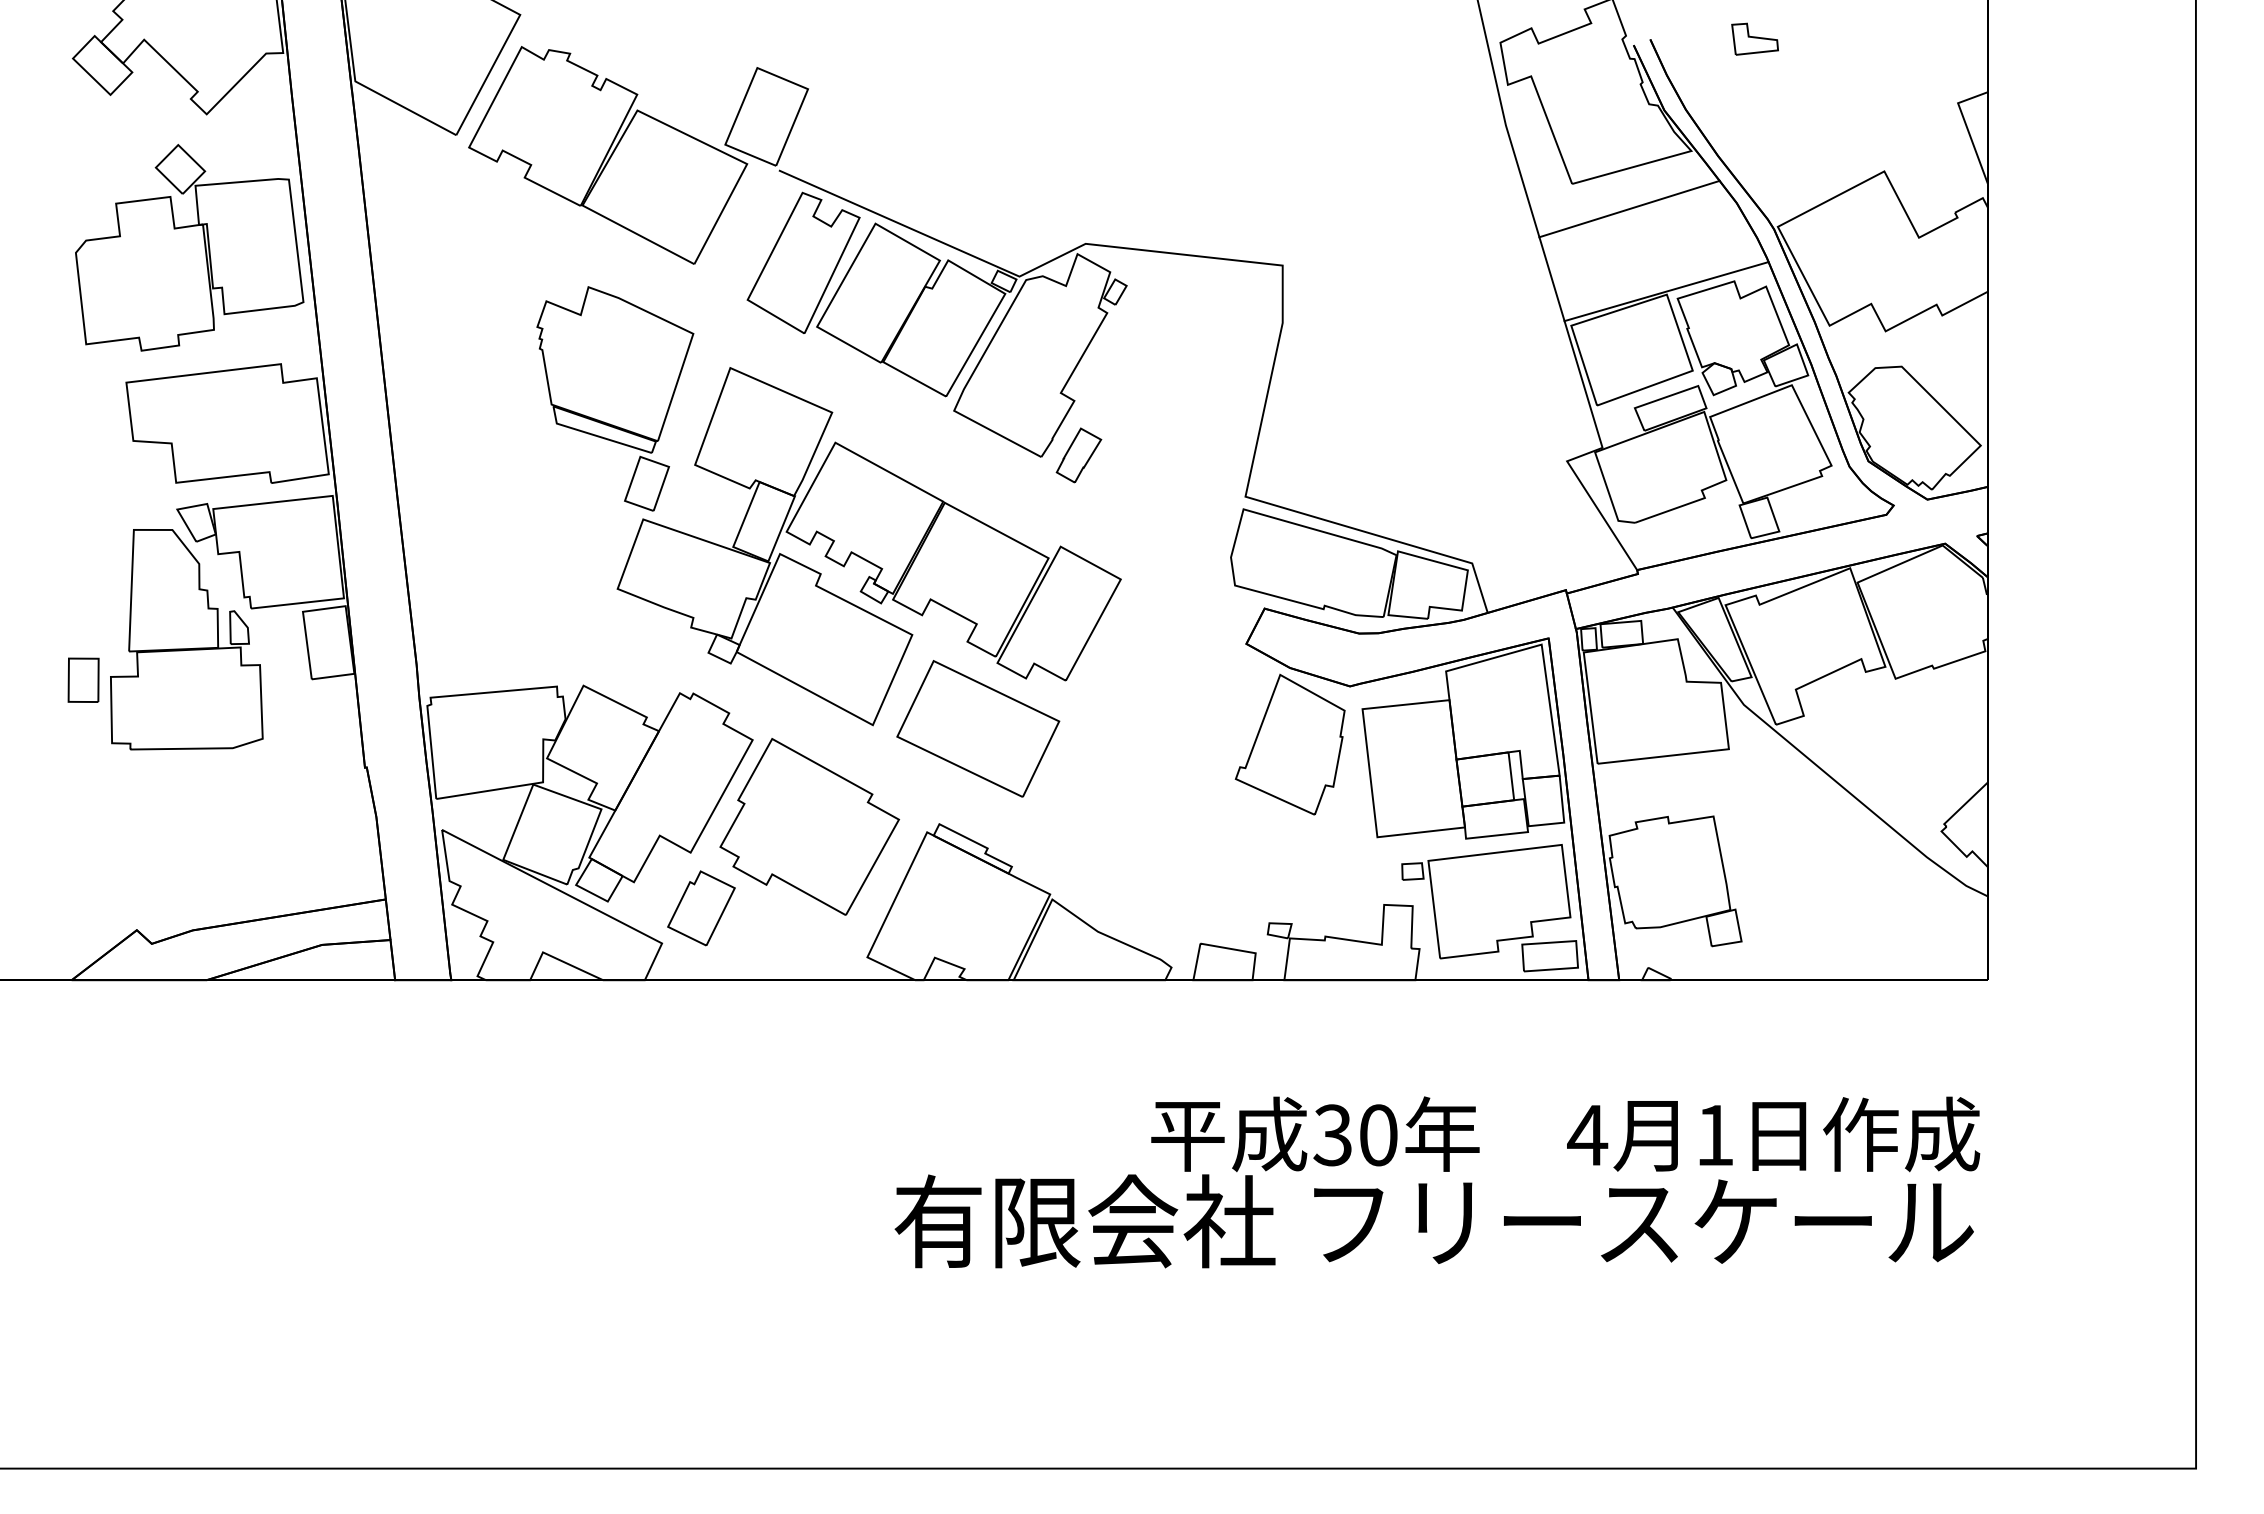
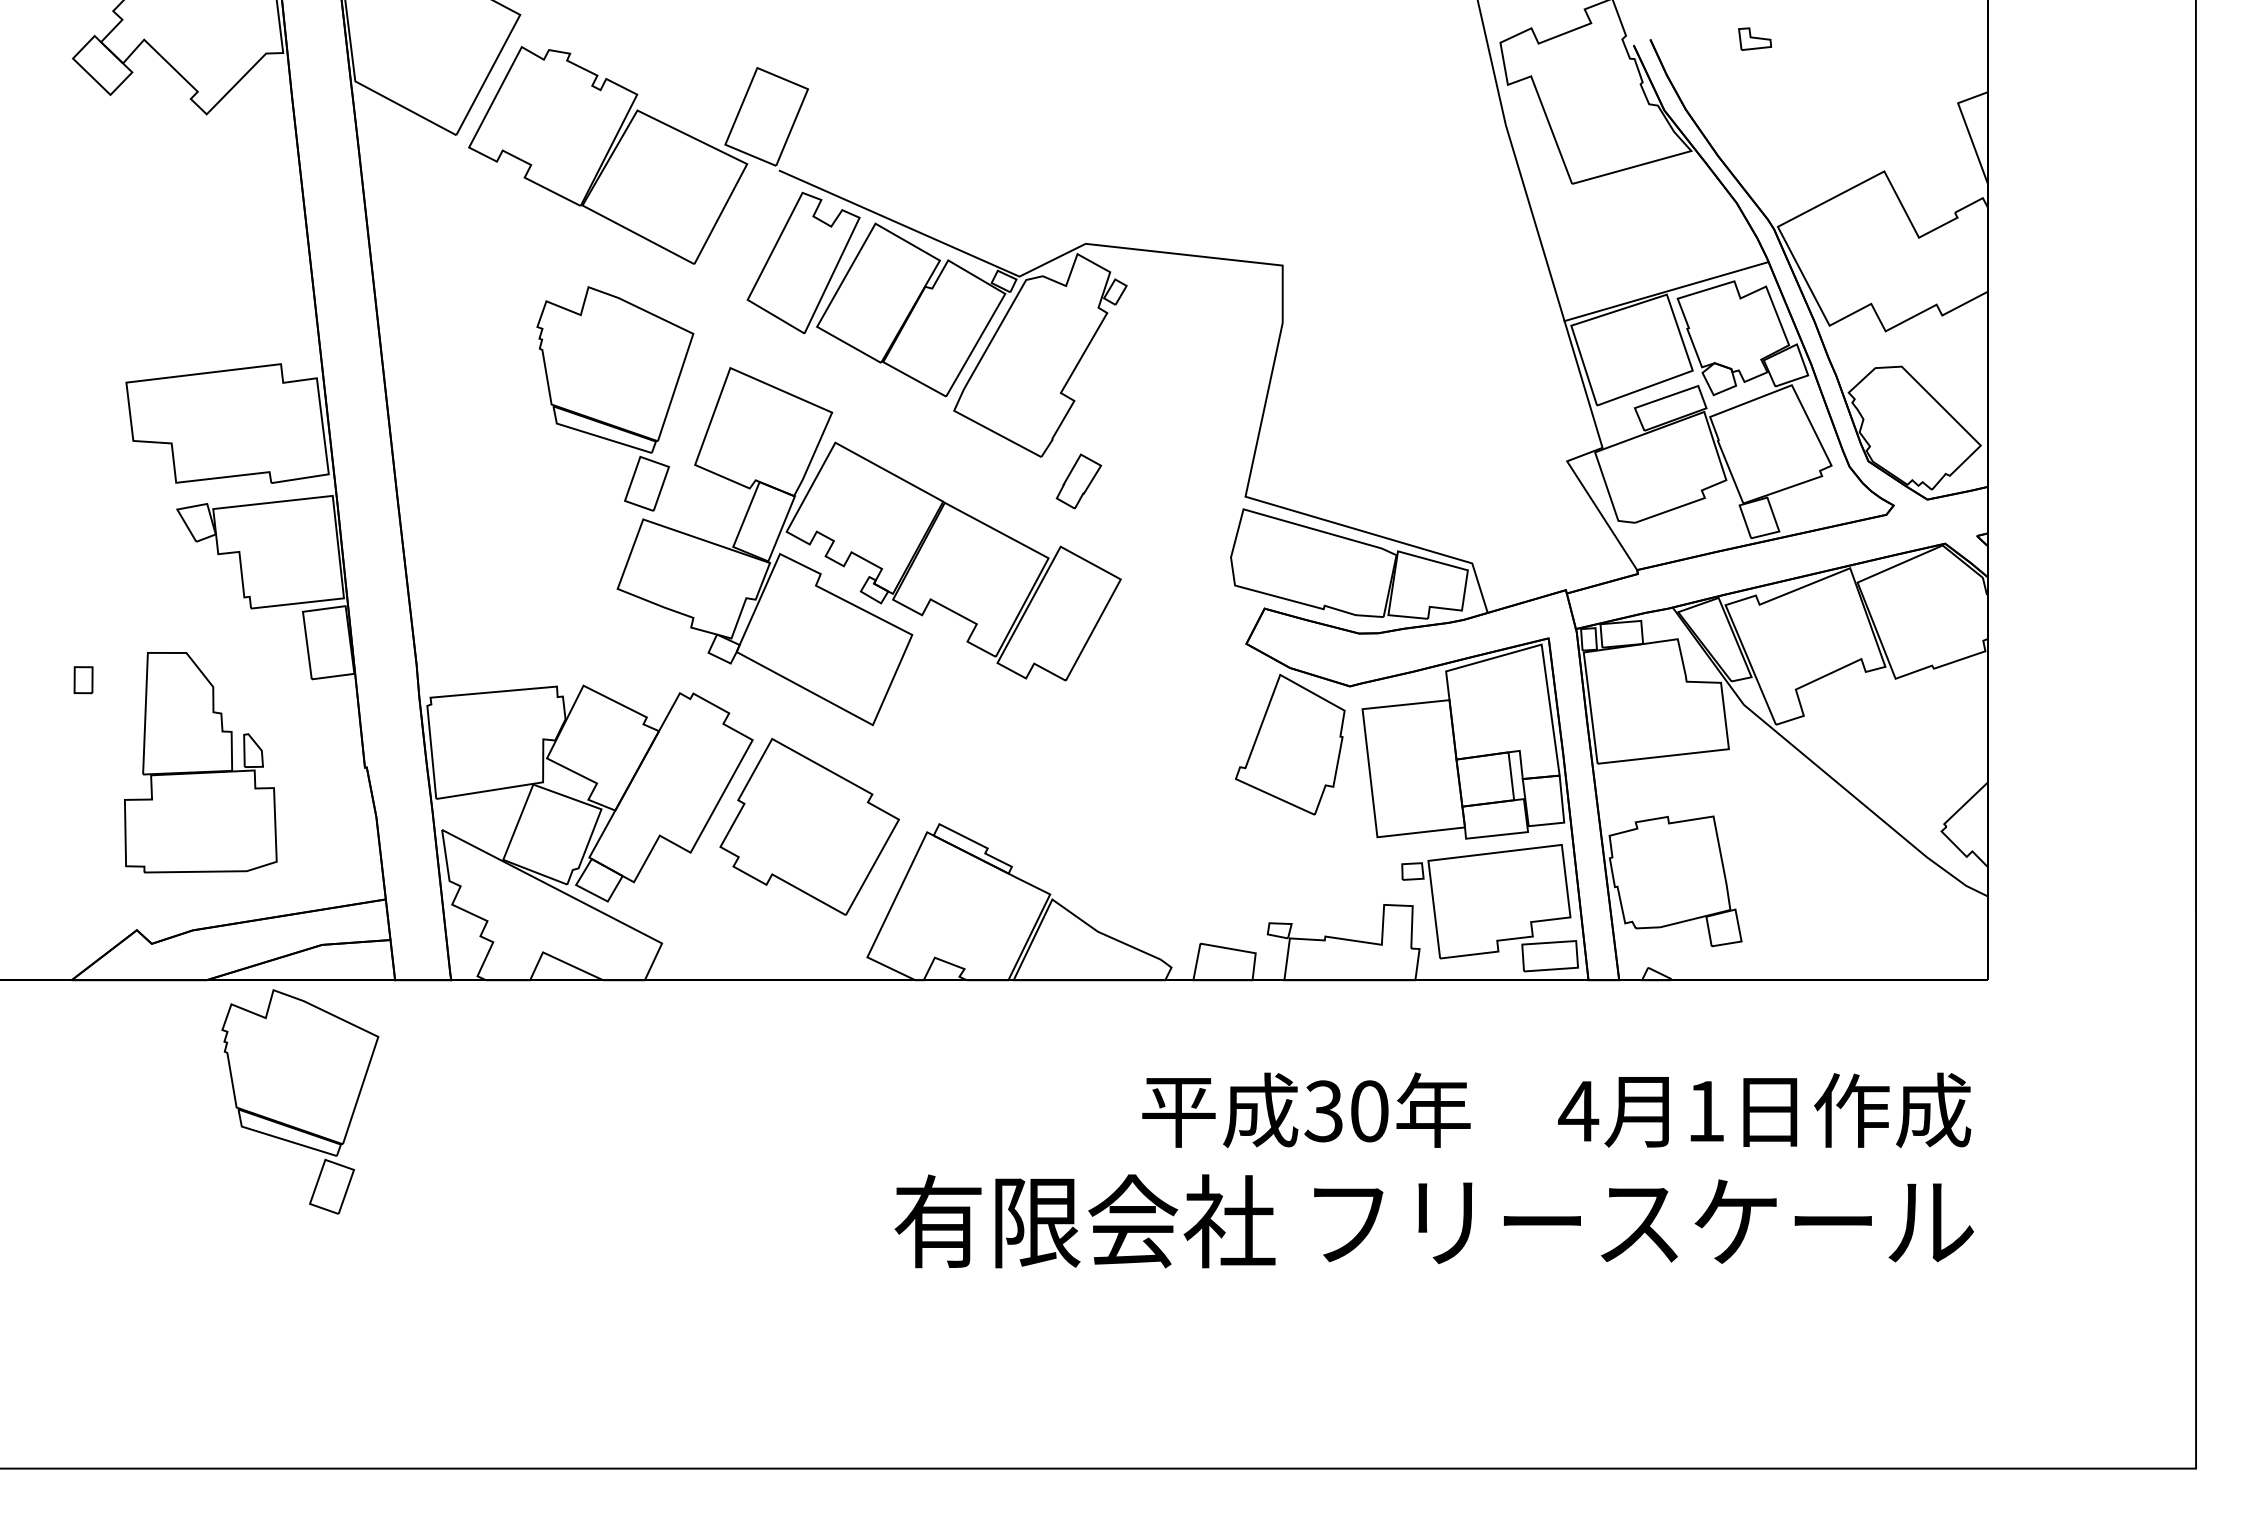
part at (1754, 38) size: 48x34 px -> 35x24 px
line at (1629, 208): present -> none
part at (189, 247): present -> none
part at (1078, 455) position: (1078, 455) -> (1078, 481)
part at (186, 639) position: (186, 639) -> (200, 762)
part at (83, 679) size: 33x46 px -> 21x29 px
part at (978, 728): present -> none
part at (701, 908): present -> none
part at (300, 1101): none -> present
text at (1565, 1134) position: (1565, 1134) -> (1556, 1110)
